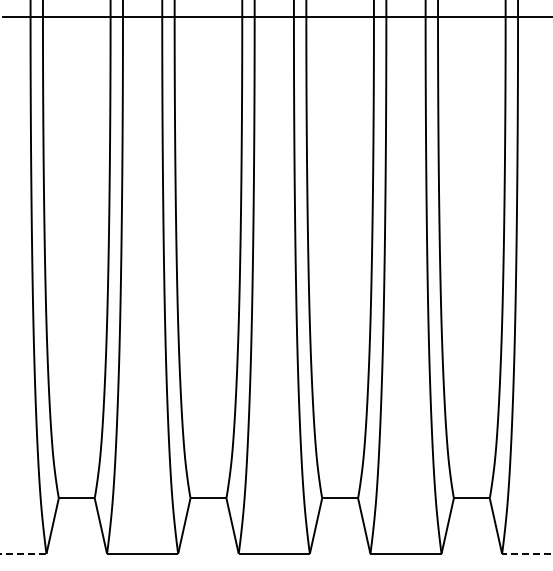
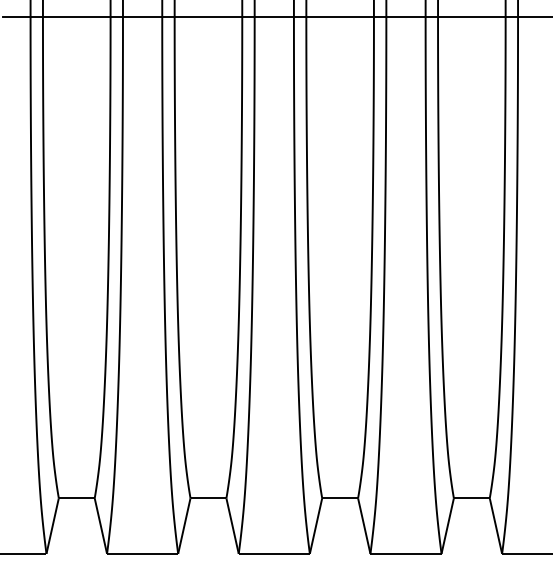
line at (23, 553): dashed -> solid
line at (527, 553): dashed -> solid
